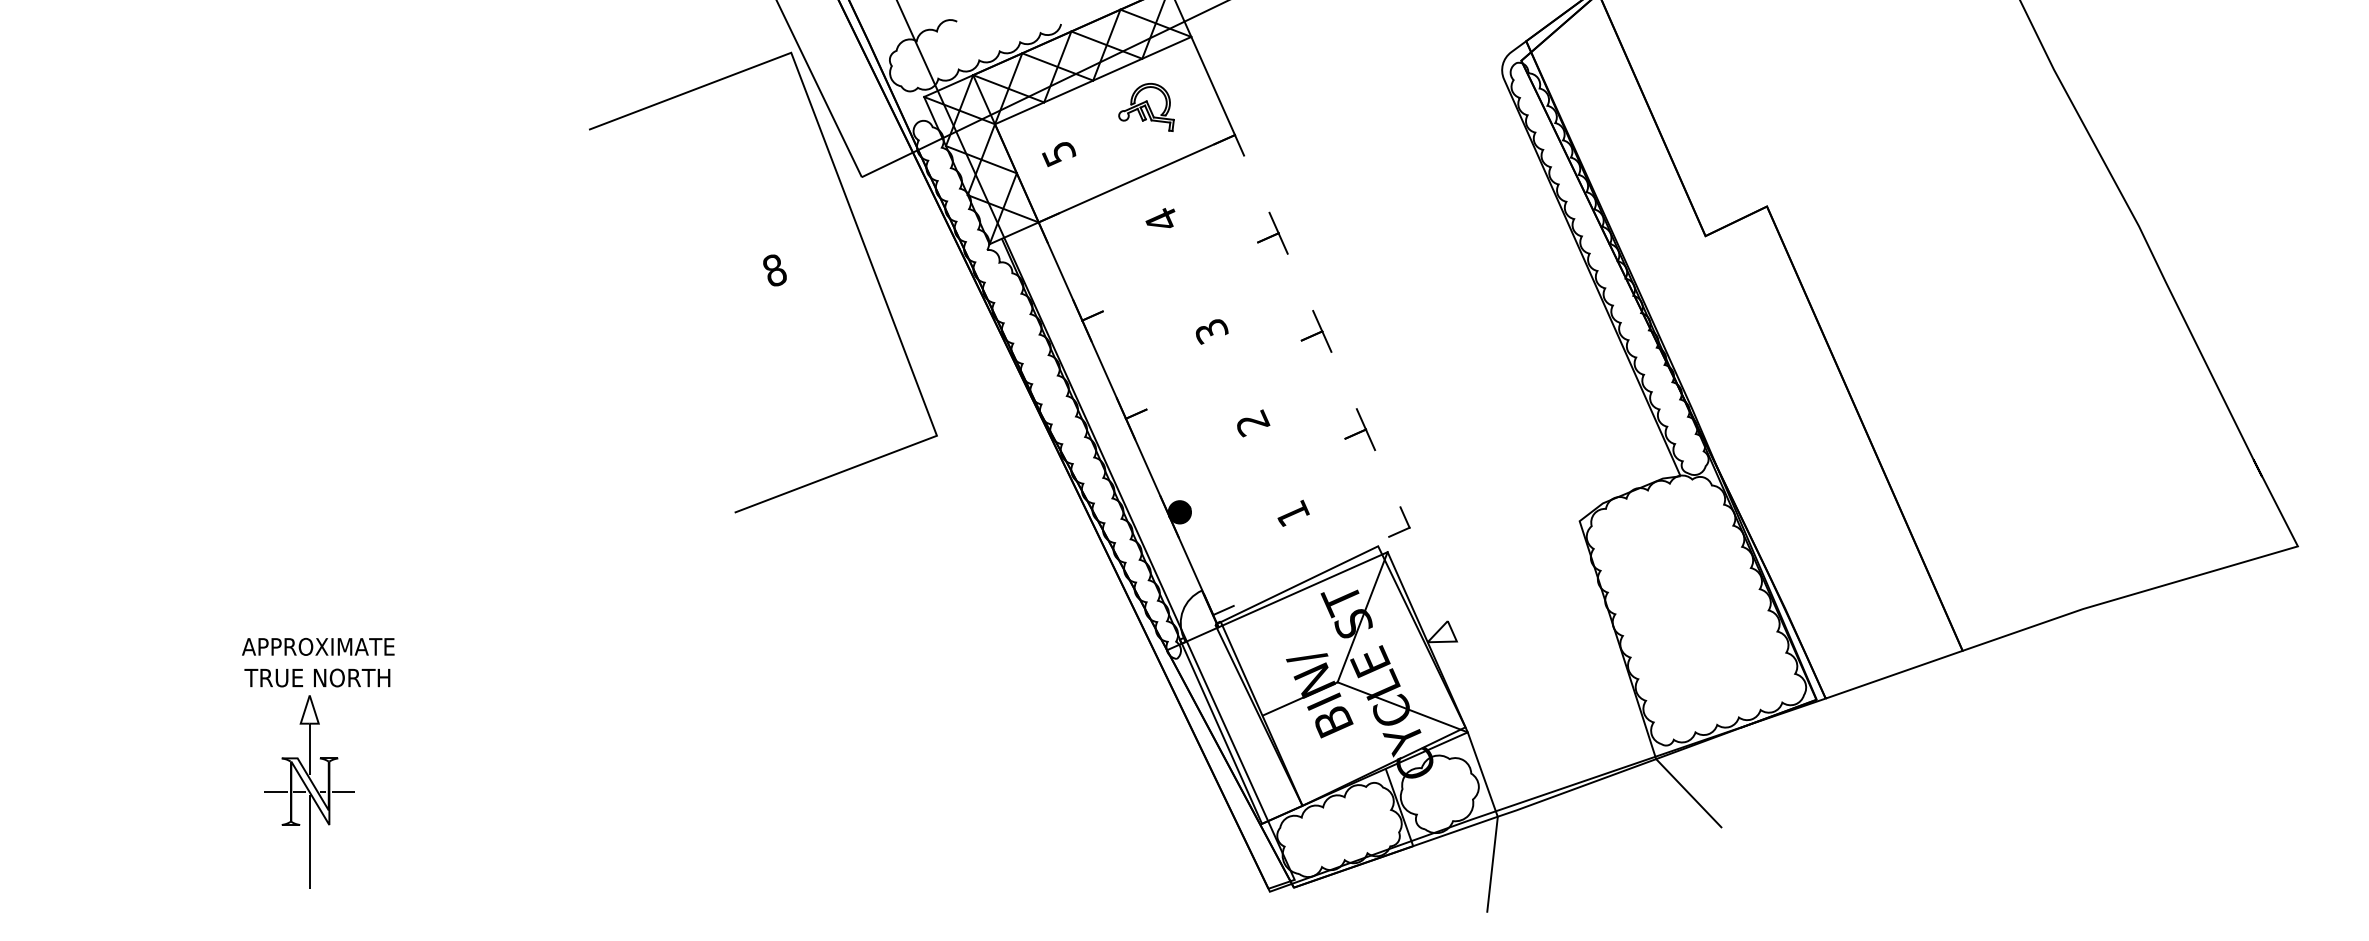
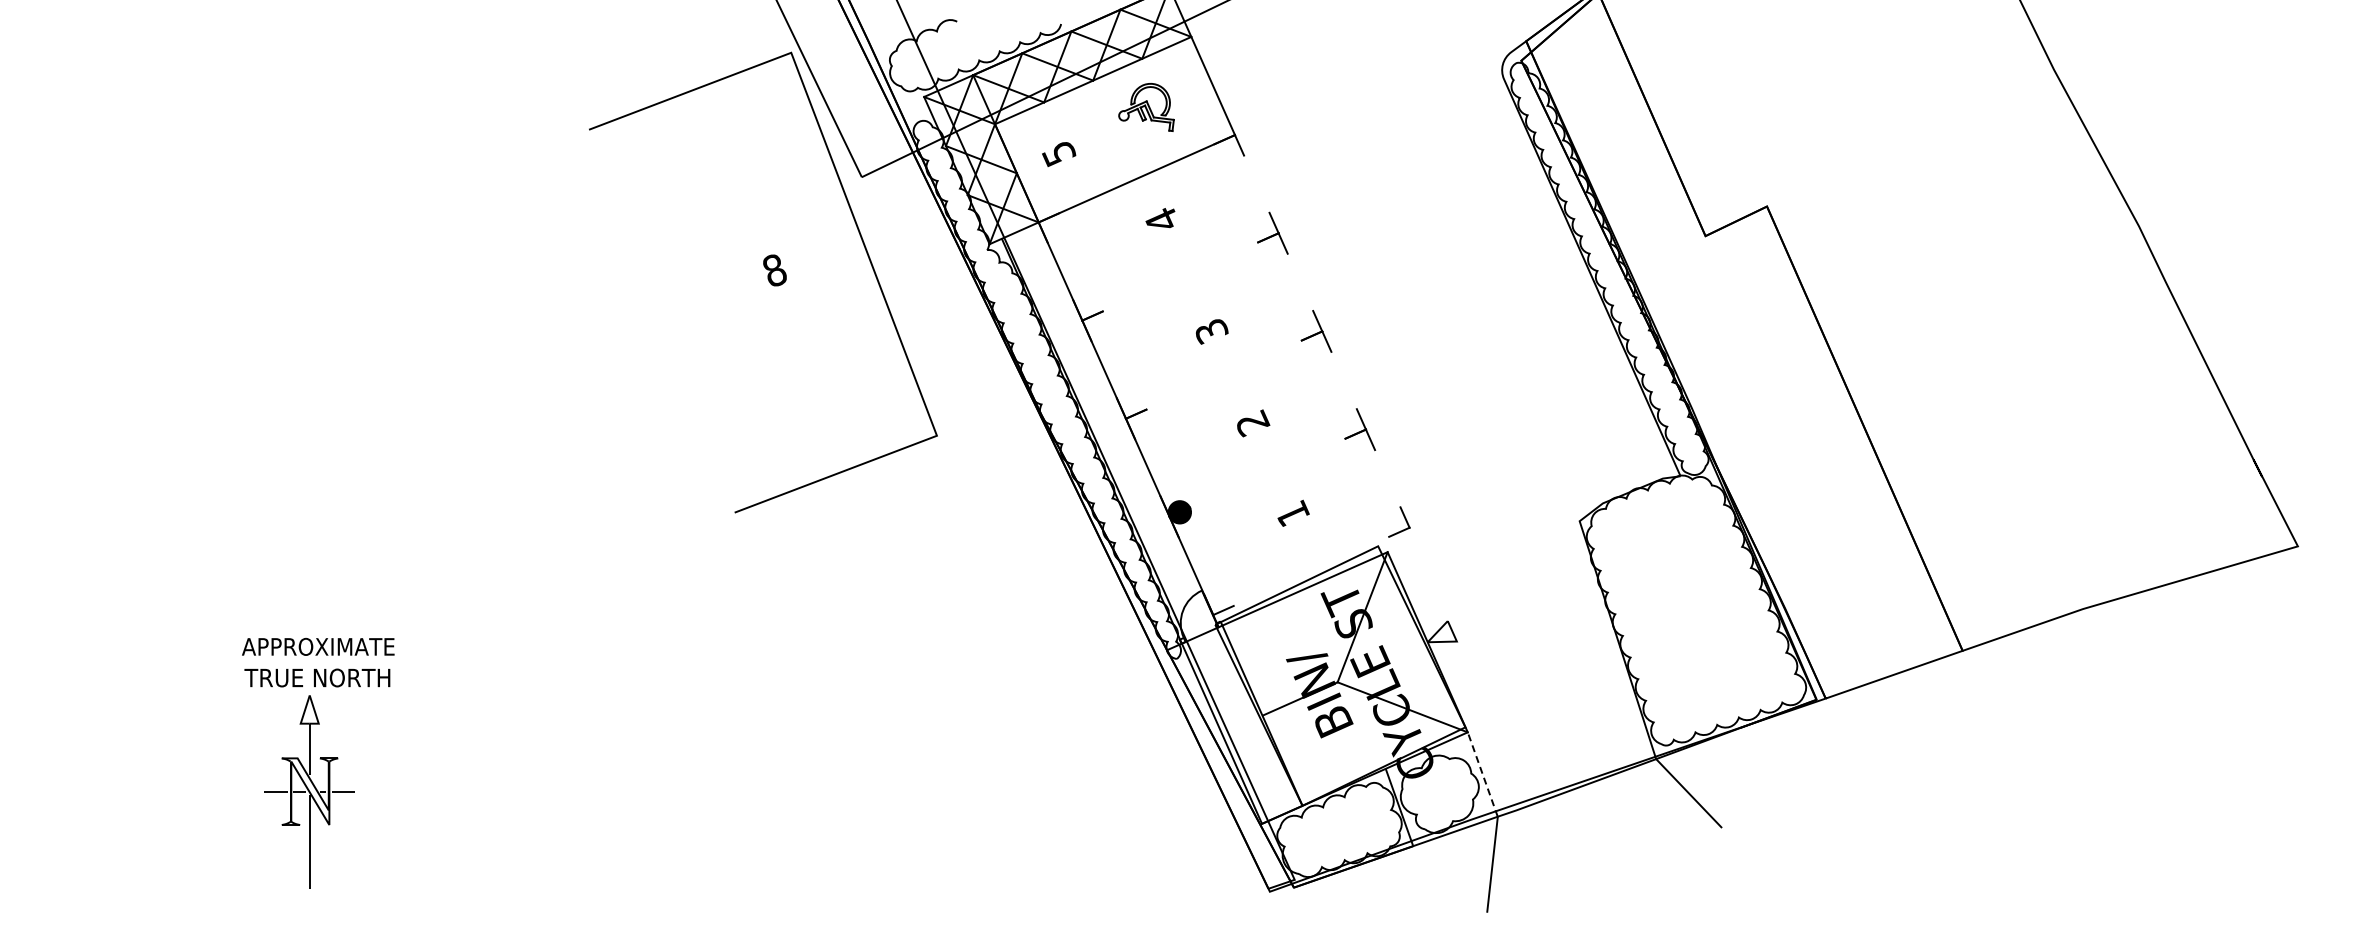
line at (1482, 774): solid -> dashed
